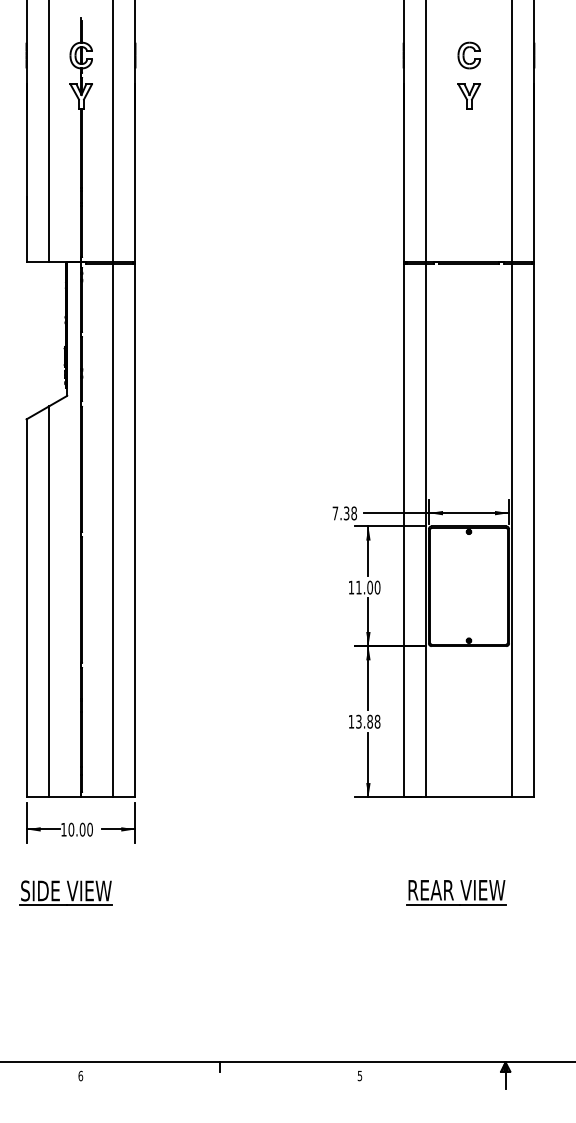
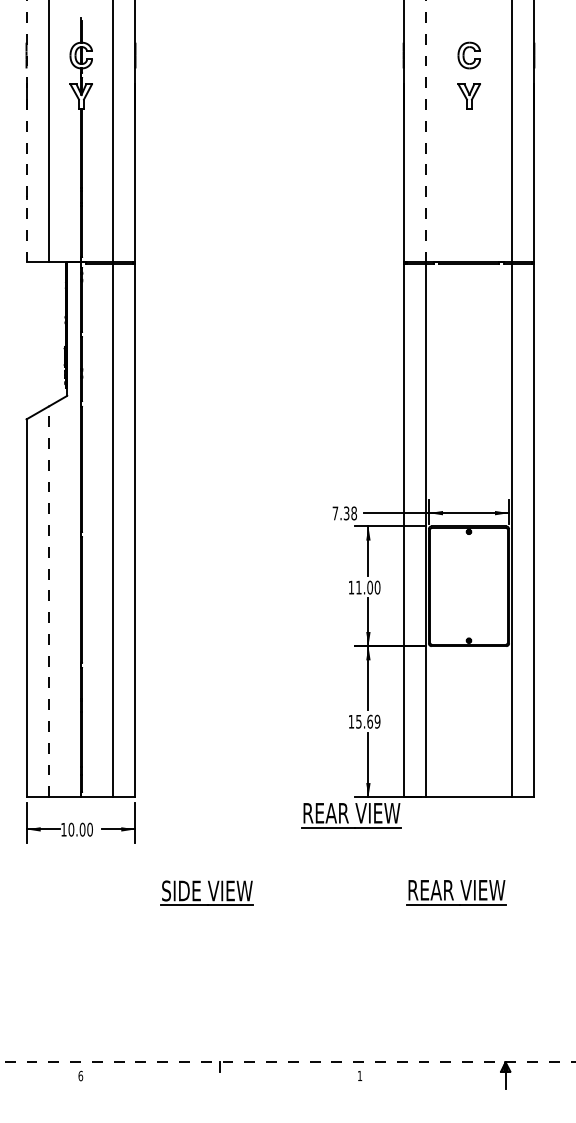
line at (26, 131): solid -> dashed
line at (426, 131): solid -> dashed
line at (49, 601): solid -> dashed
text at (368, 721): 13.88 -> 15.69
part at (351, 815): none -> present
part at (65, 892) position: (65, 892) -> (206, 892)
line at (287, 1062): solid -> dashed
text at (359, 1076): 5 -> 1
